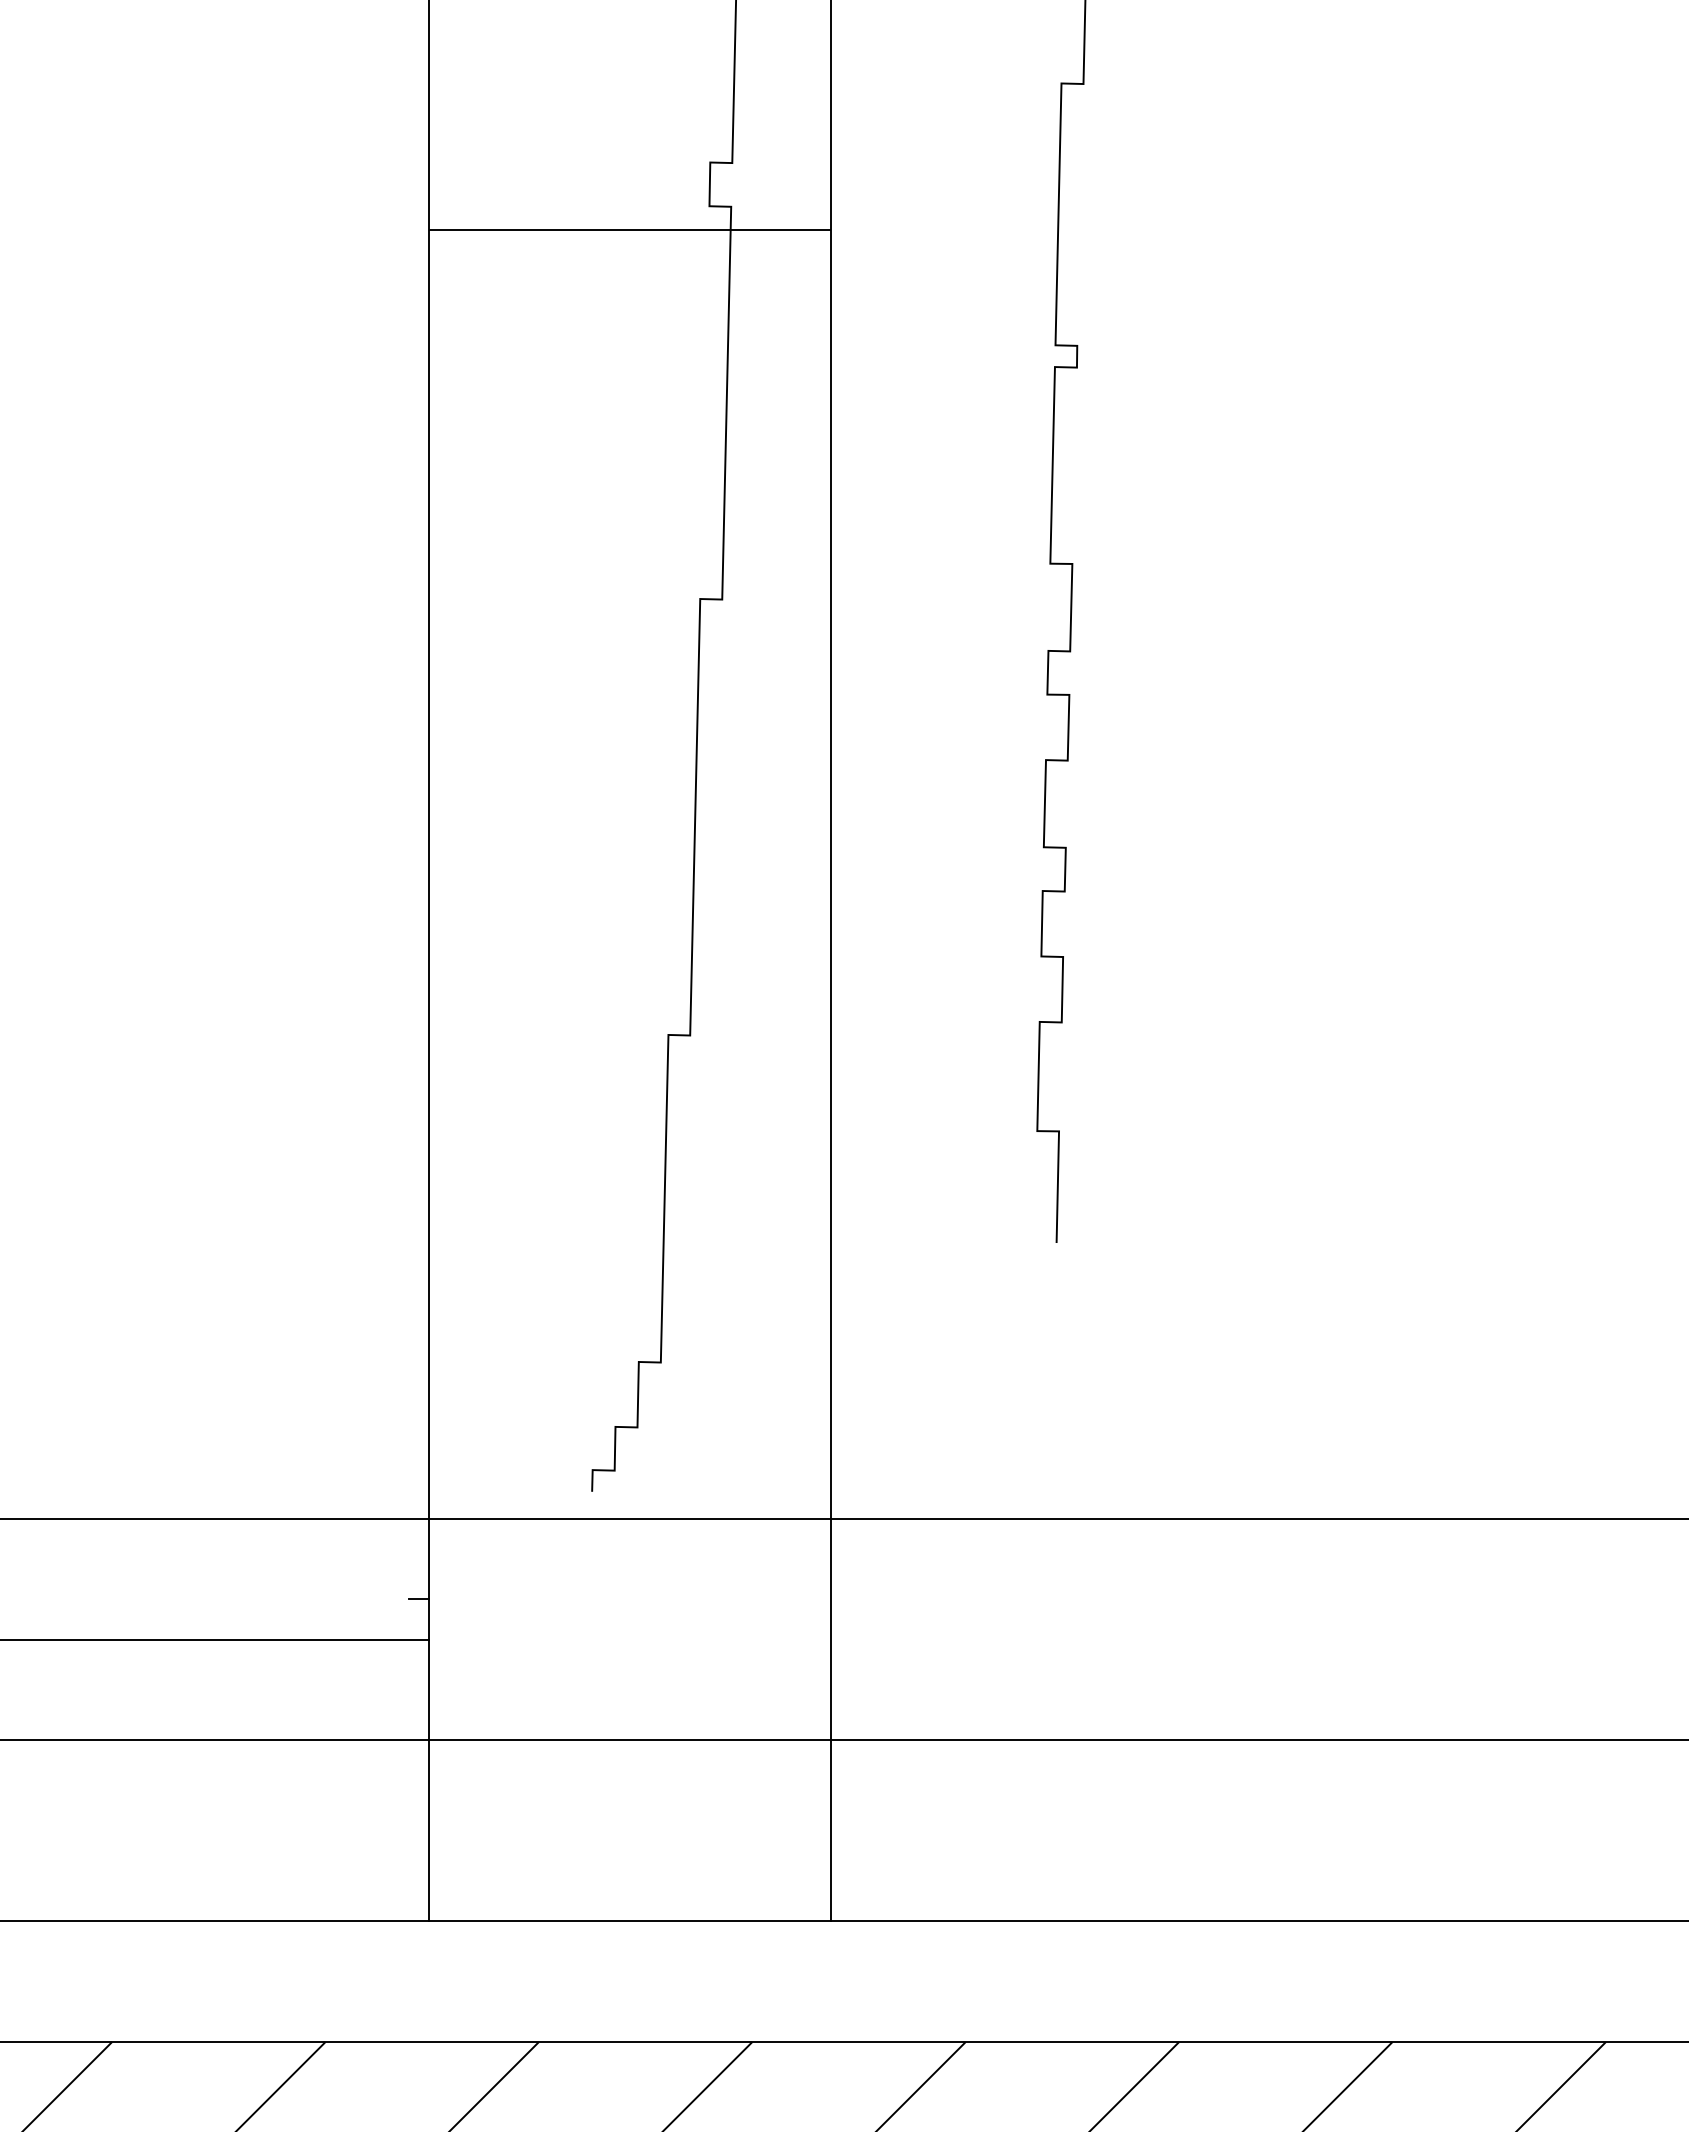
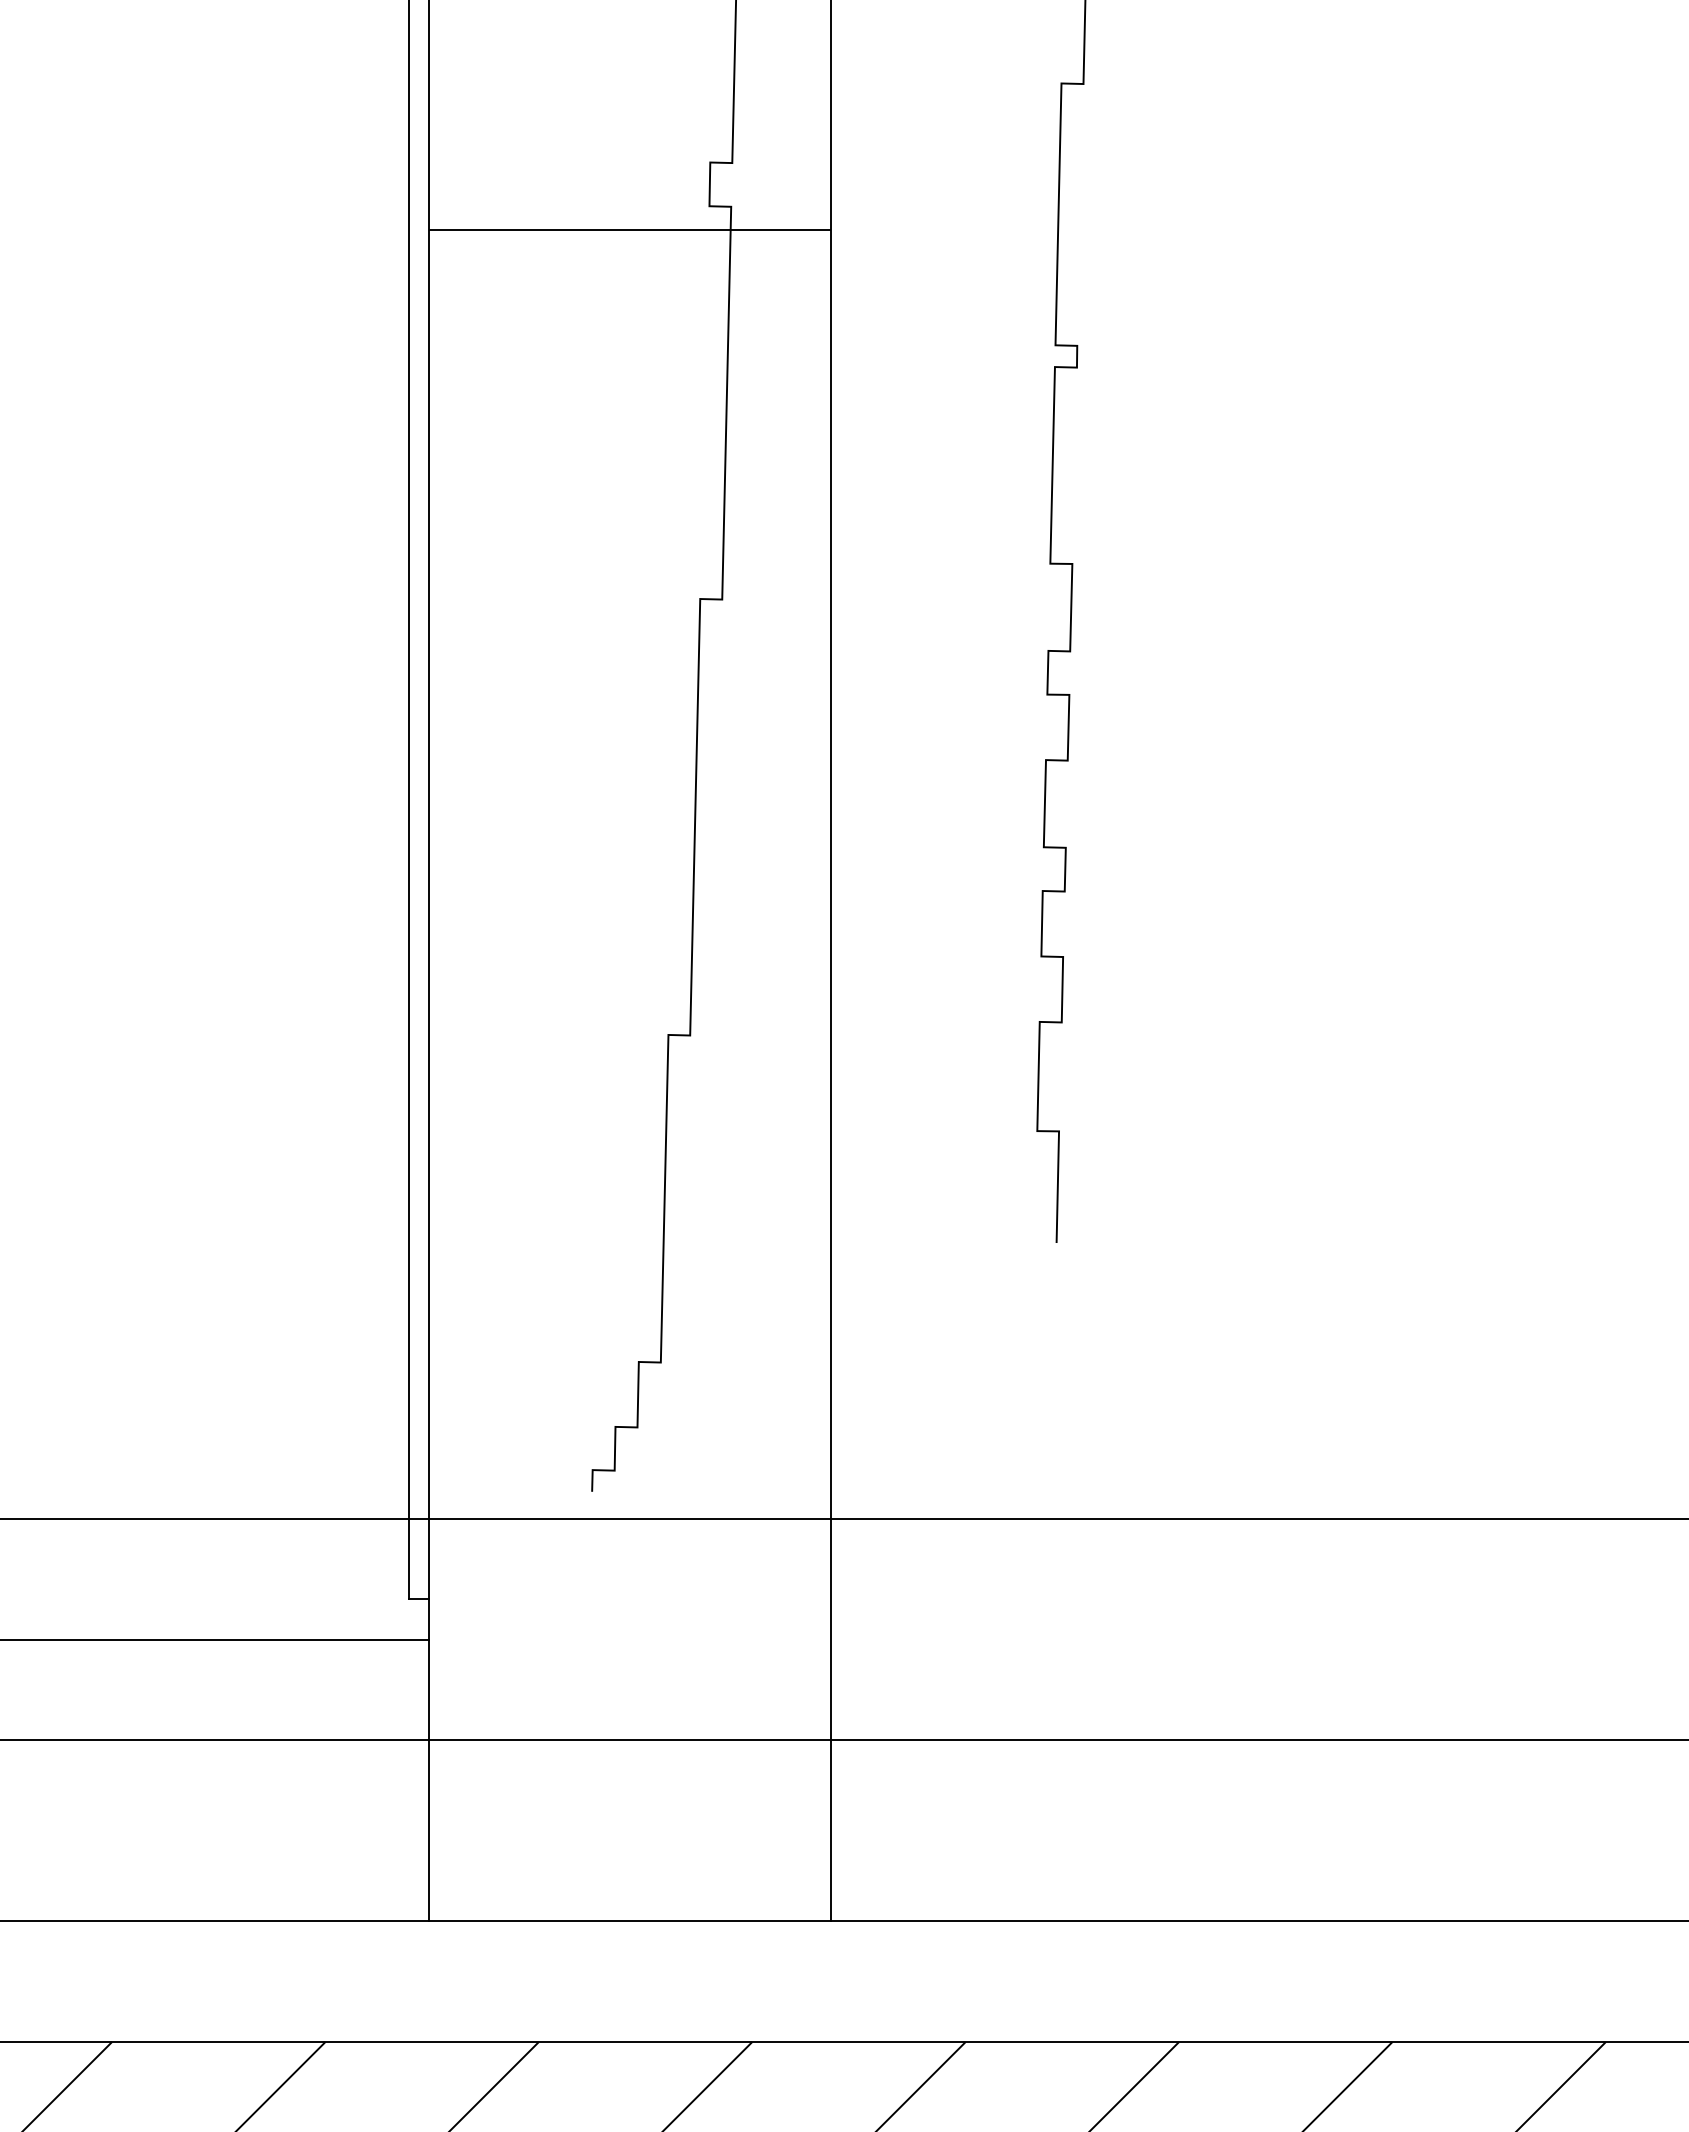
line at (408, 800): none -> present
